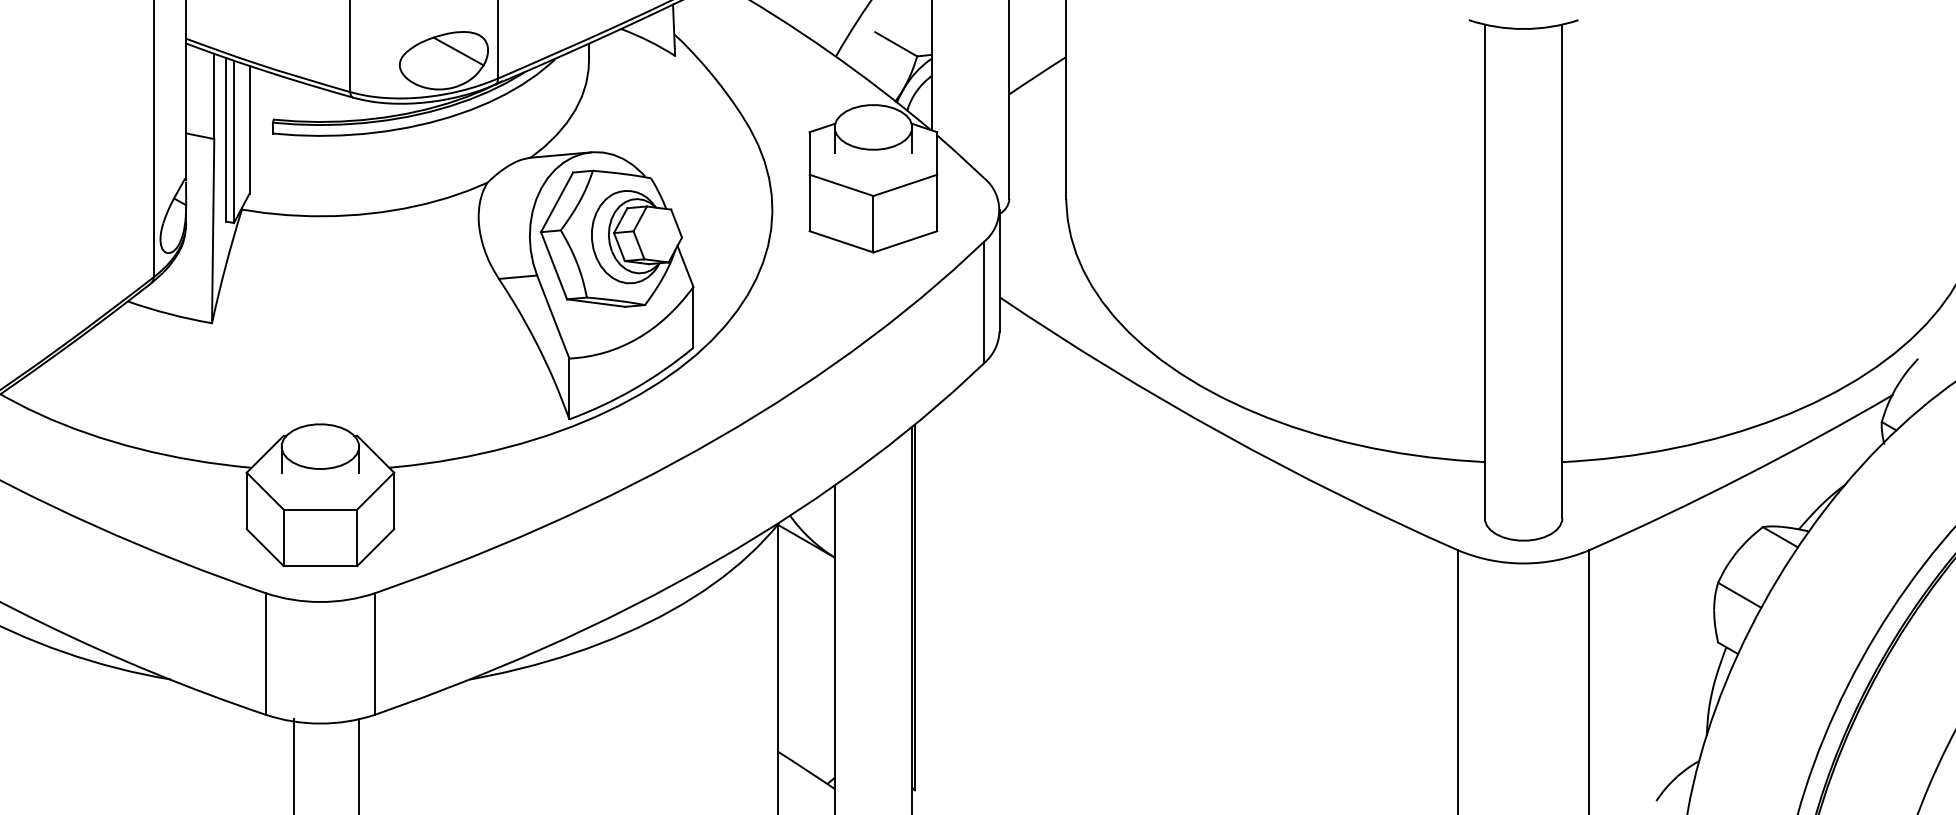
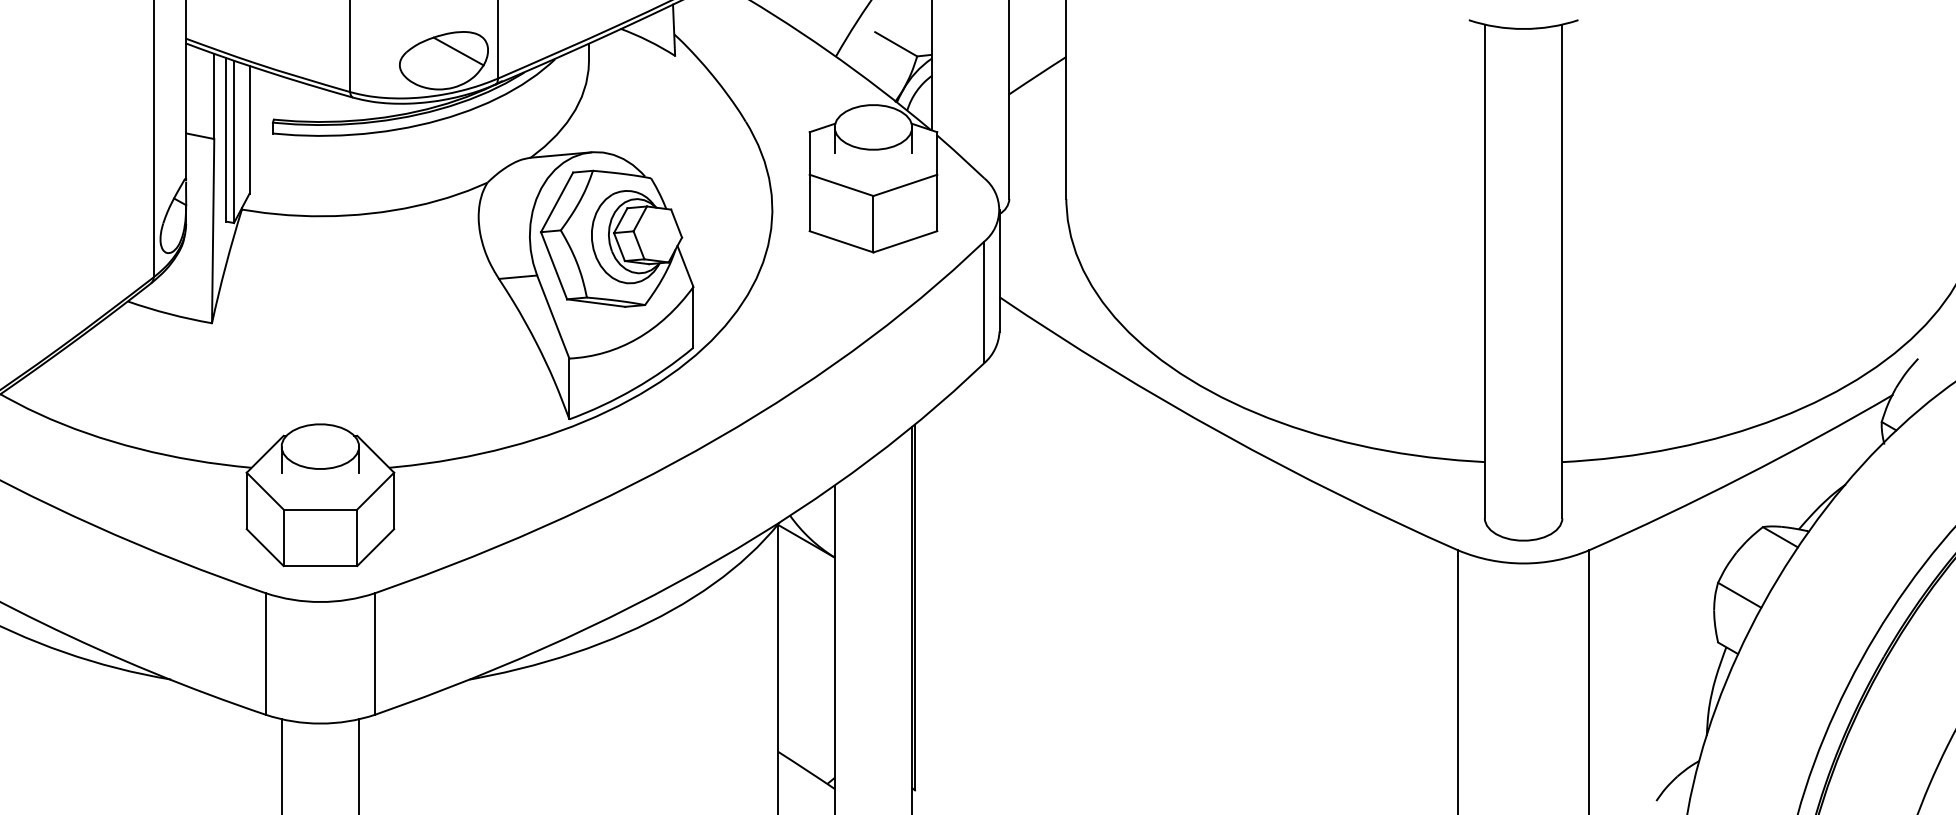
line at (293, 765) position: (293, 765) -> (281, 765)
